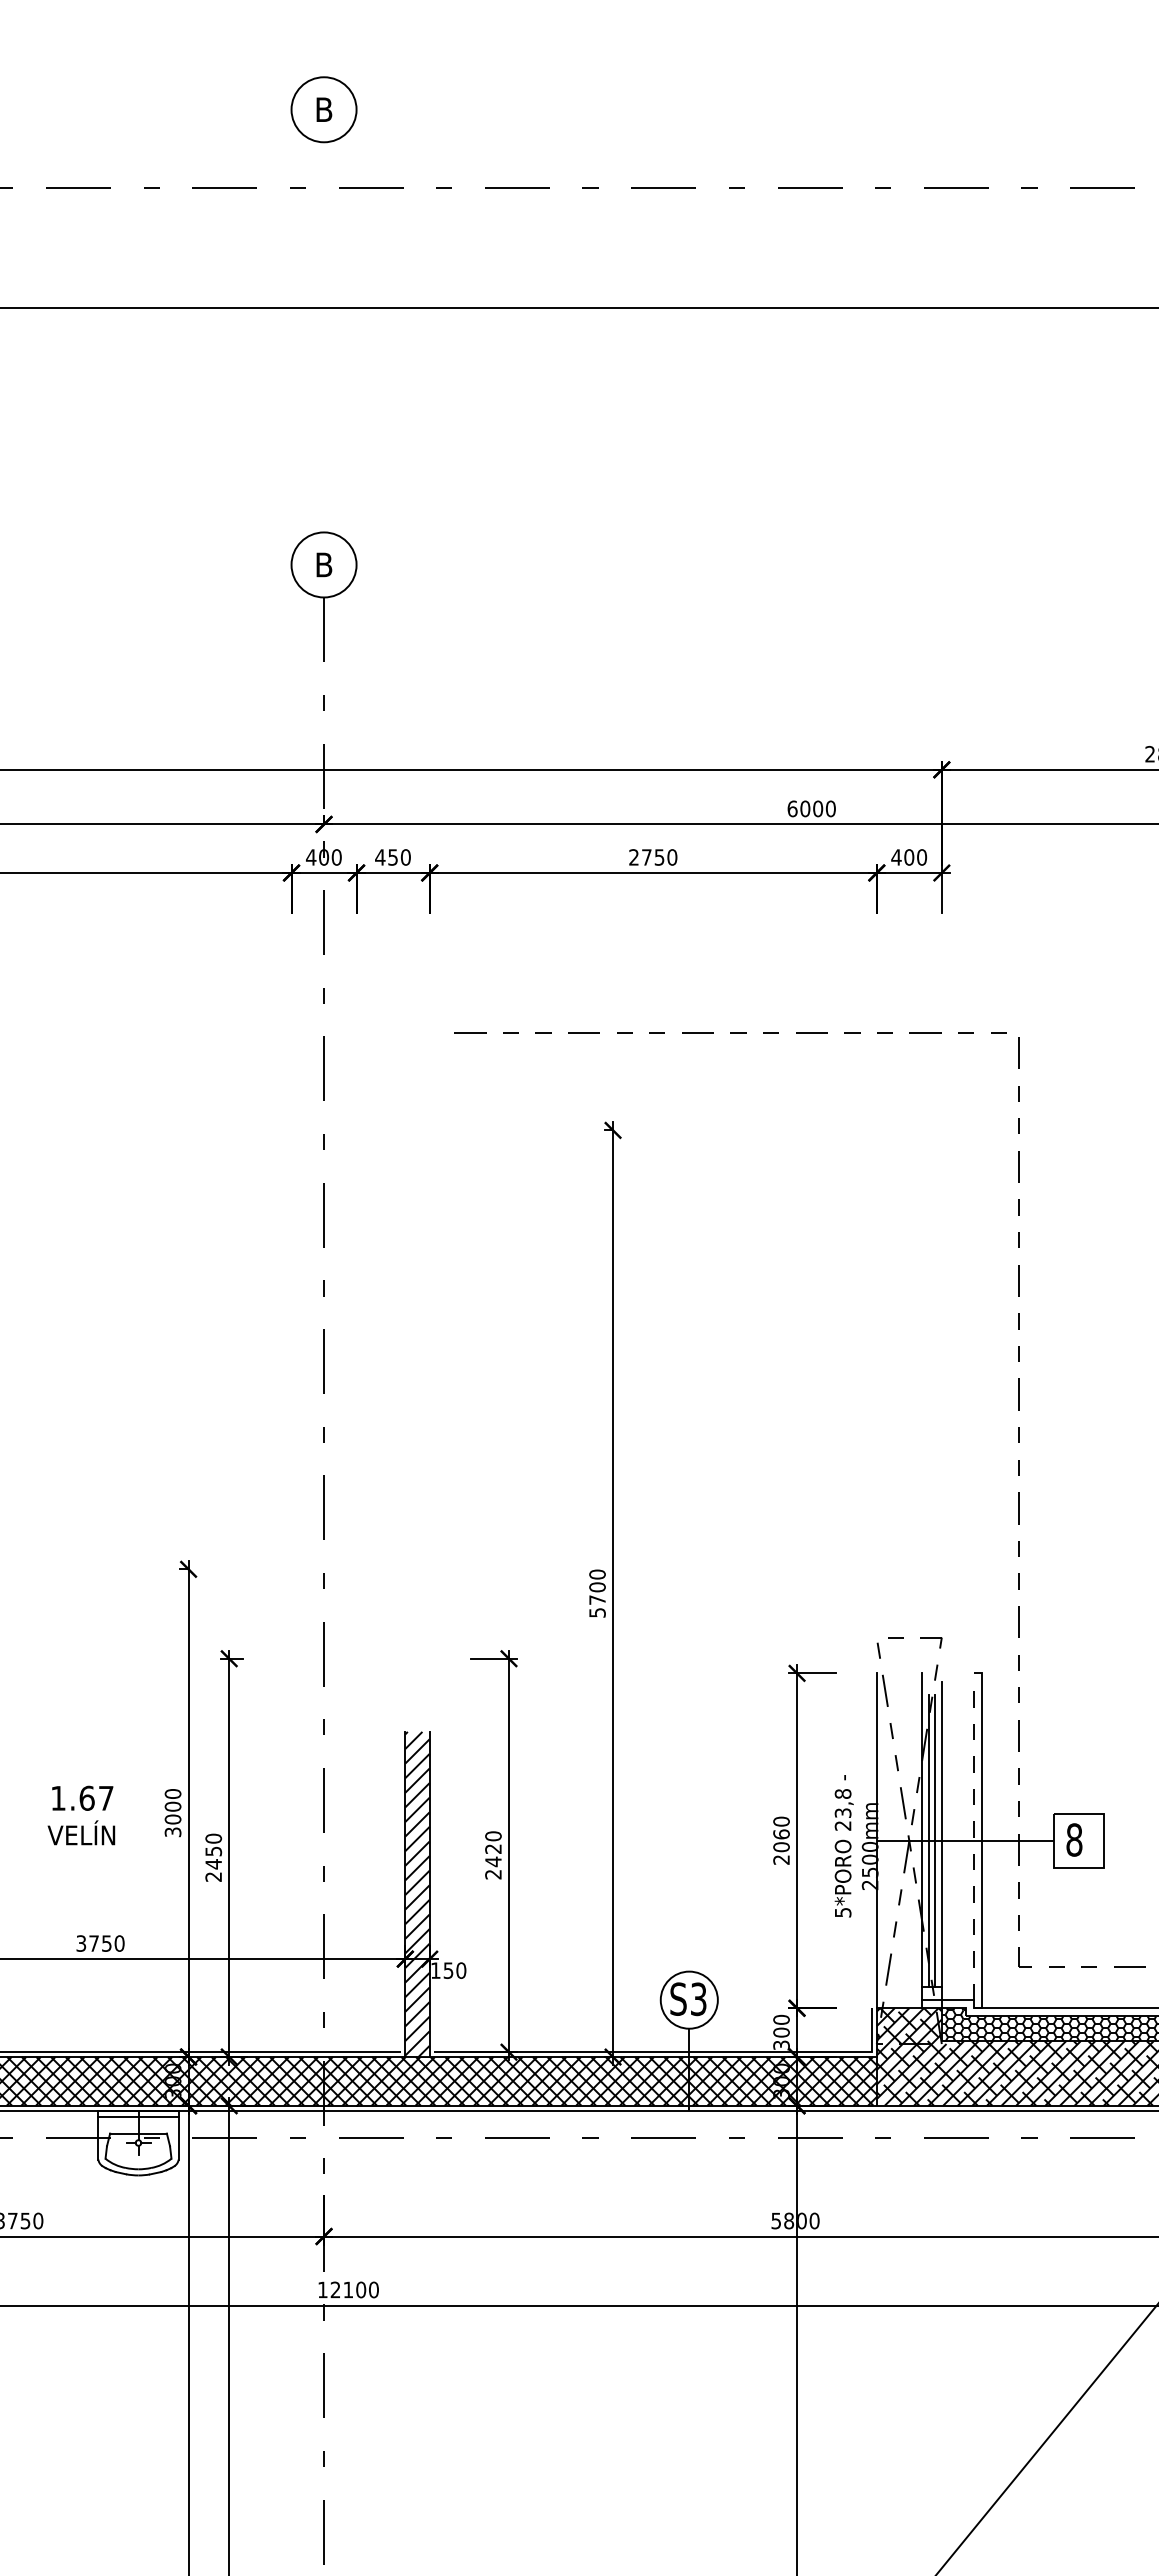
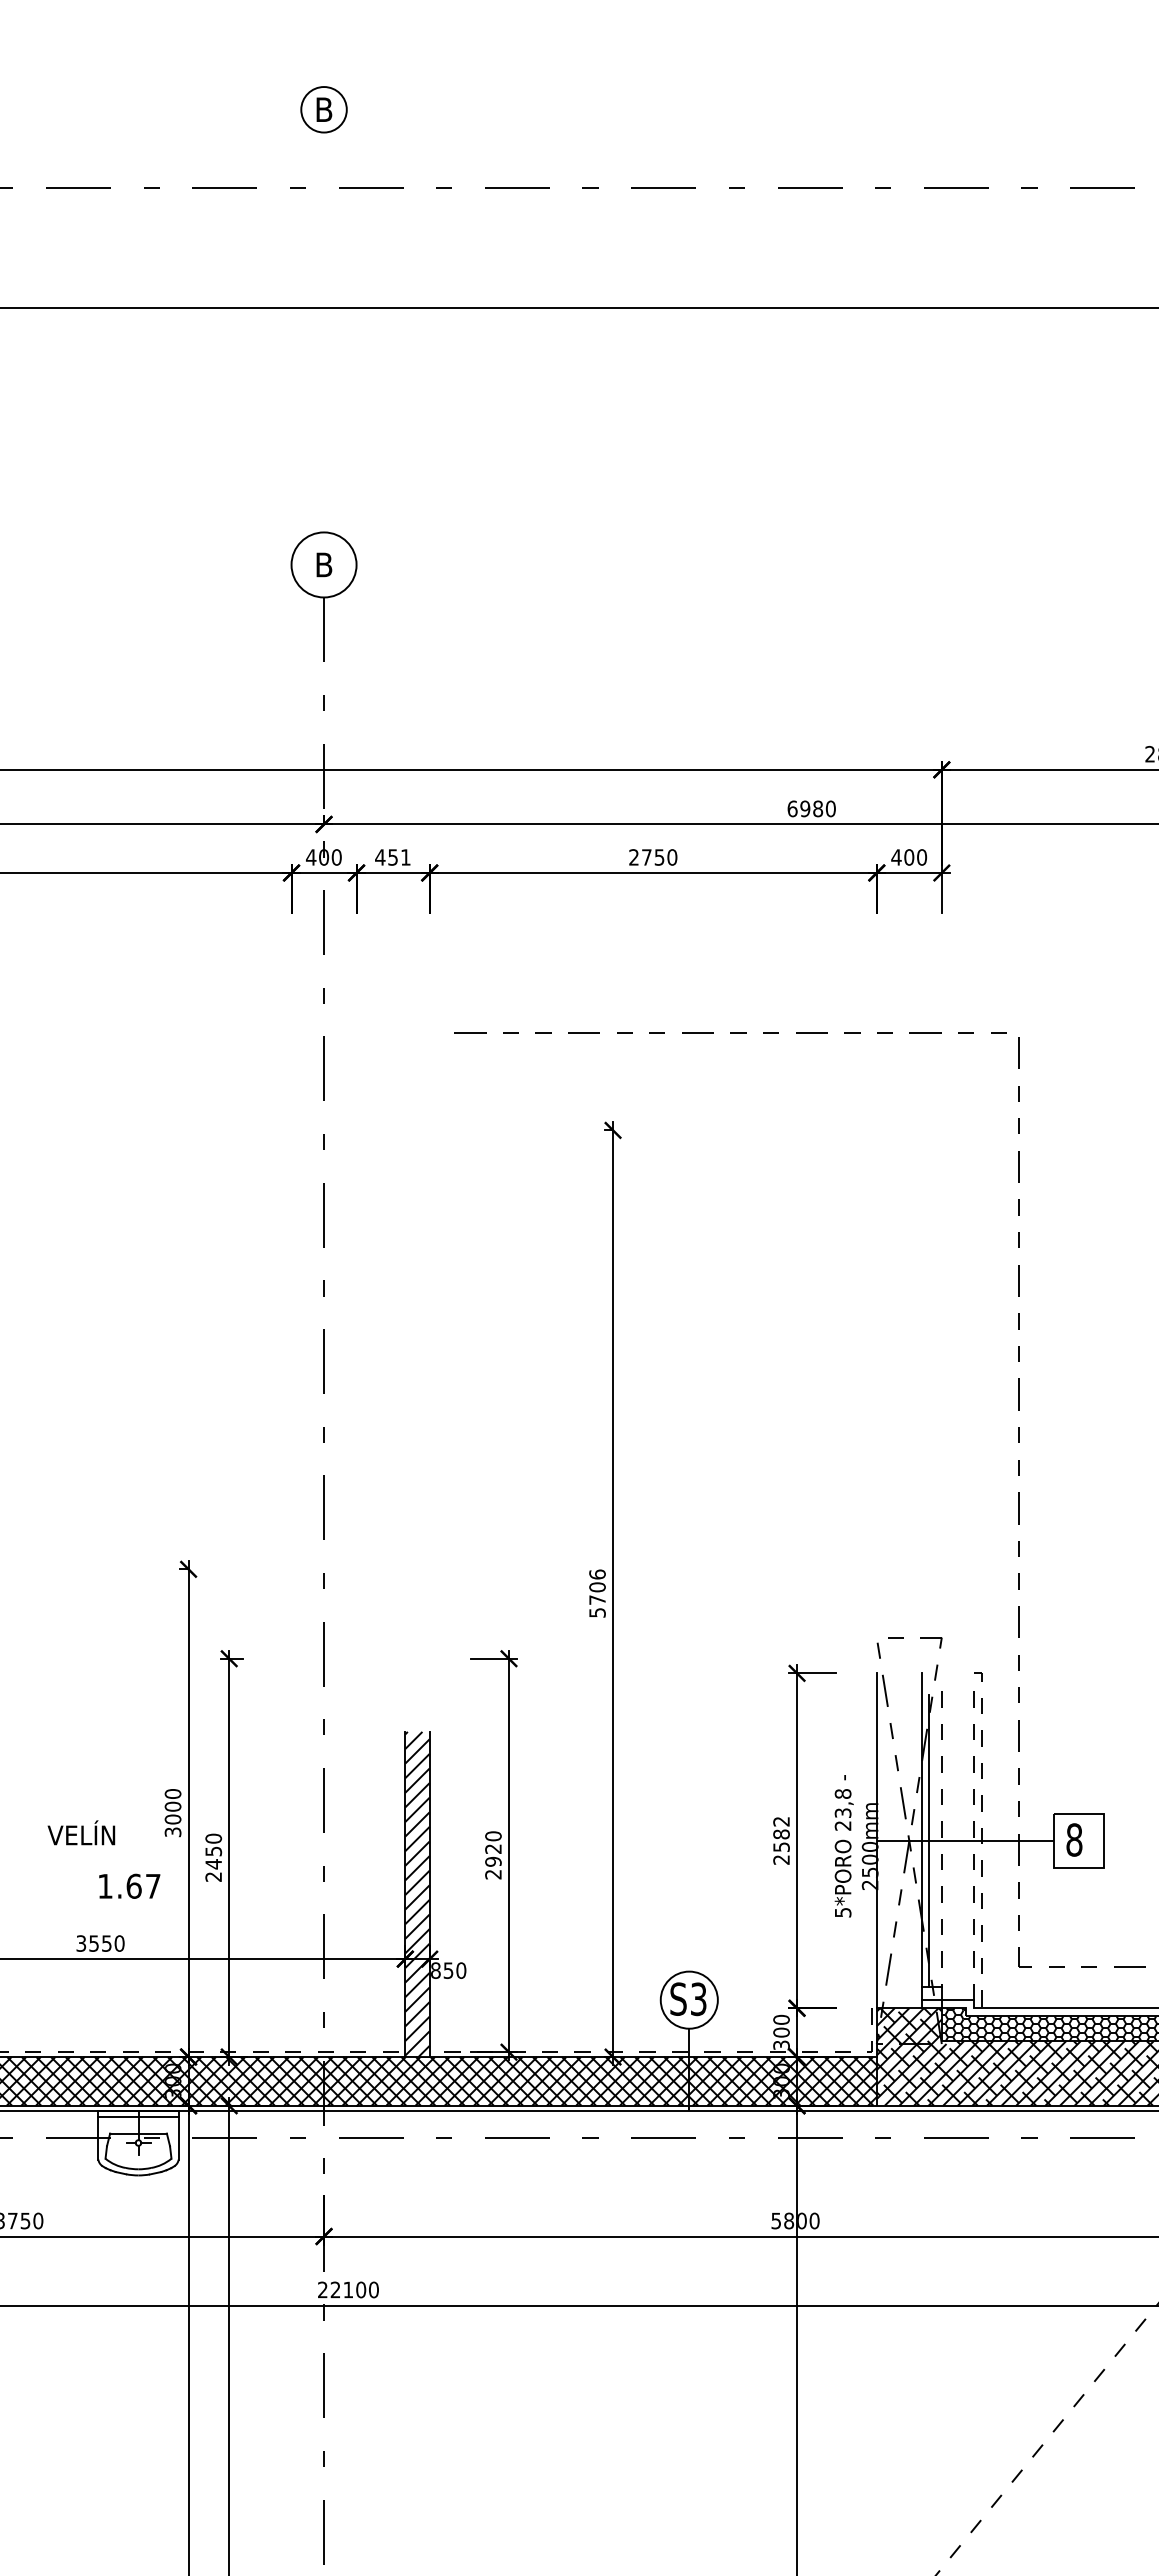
circle at (323, 109) diameter: 65 px -> 46 px
text at (811, 808): 6000 -> 6980
text at (405, 857): 450 -> 451
text at (597, 1574): 5700 -> 5706
text at (82, 1797) position: (82, 1797) -> (129, 1885)
text at (781, 1834): 2060 -> 2582
line at (935, 1840): present -> none
line at (941, 1840): solid -> dashed
line at (982, 1841): solid -> dashed
text at (493, 1861): 2420 -> 2920
text at (93, 1943): 3750 -> 3550
text at (435, 1970): 150 -> 850
line at (201, 2052): solid -> dashed
line at (675, 2052): solid -> dashed
text at (322, 2289): 12100 -> 22100
line at (1047, 2439): solid -> dashed
